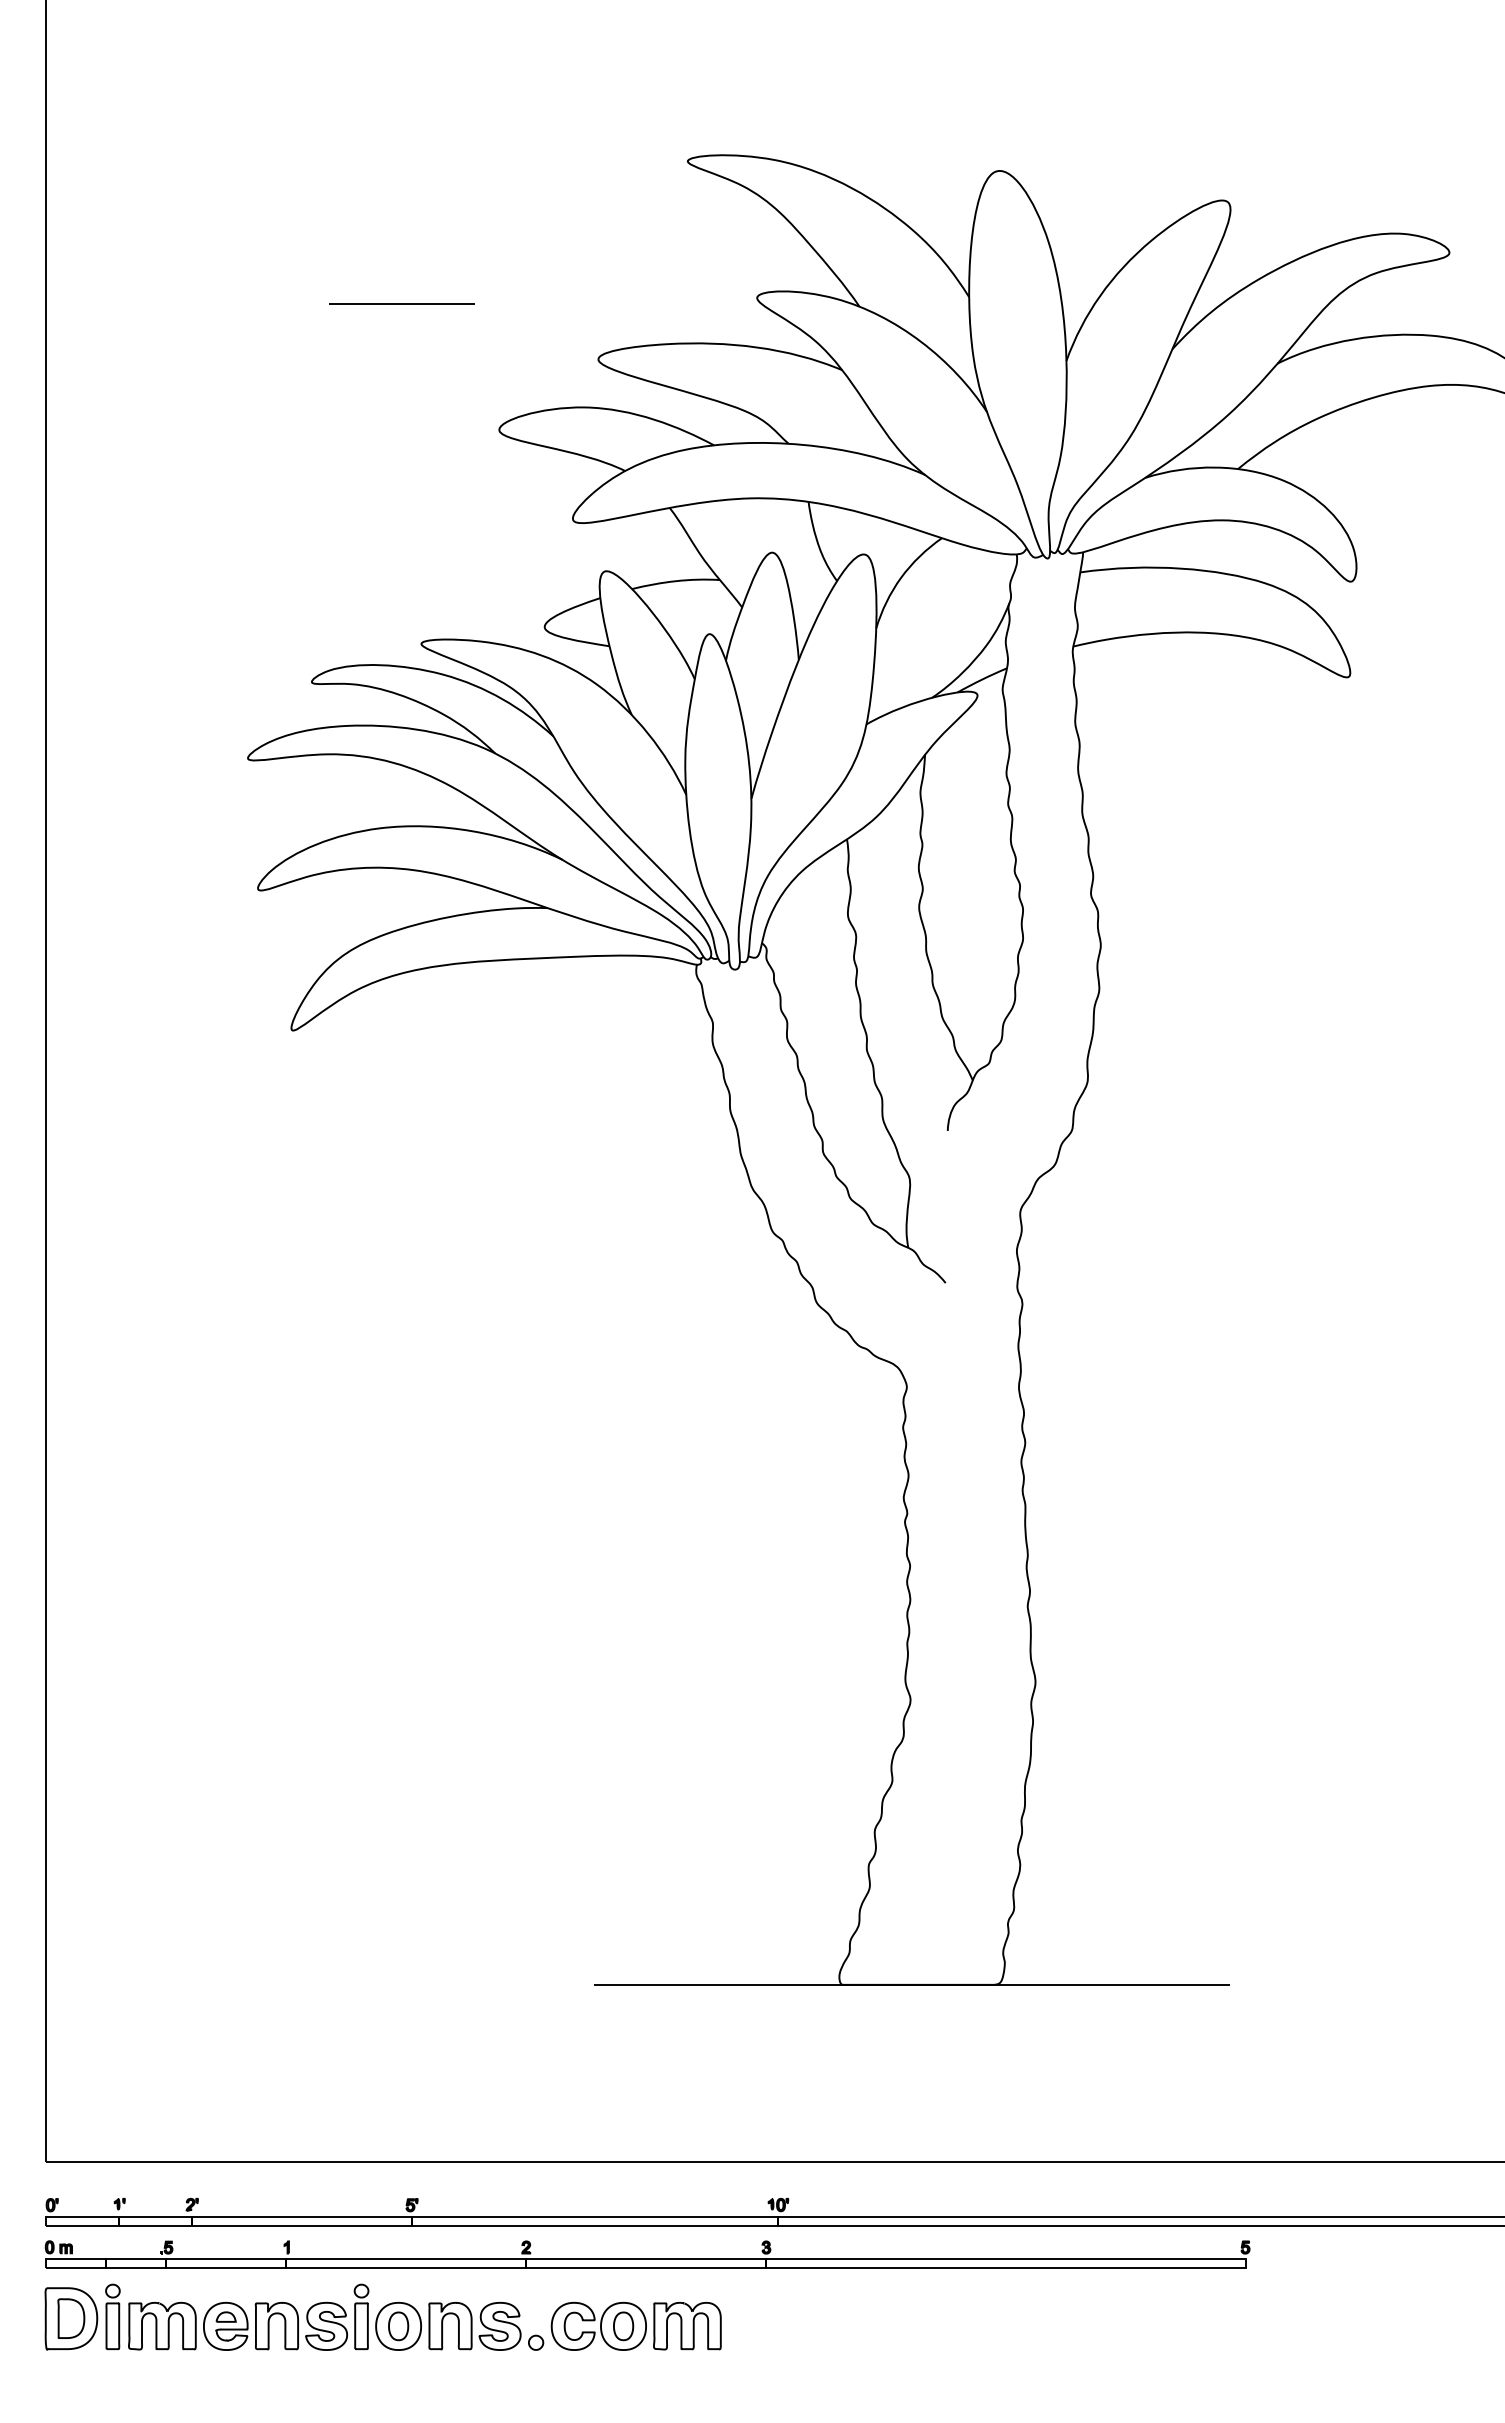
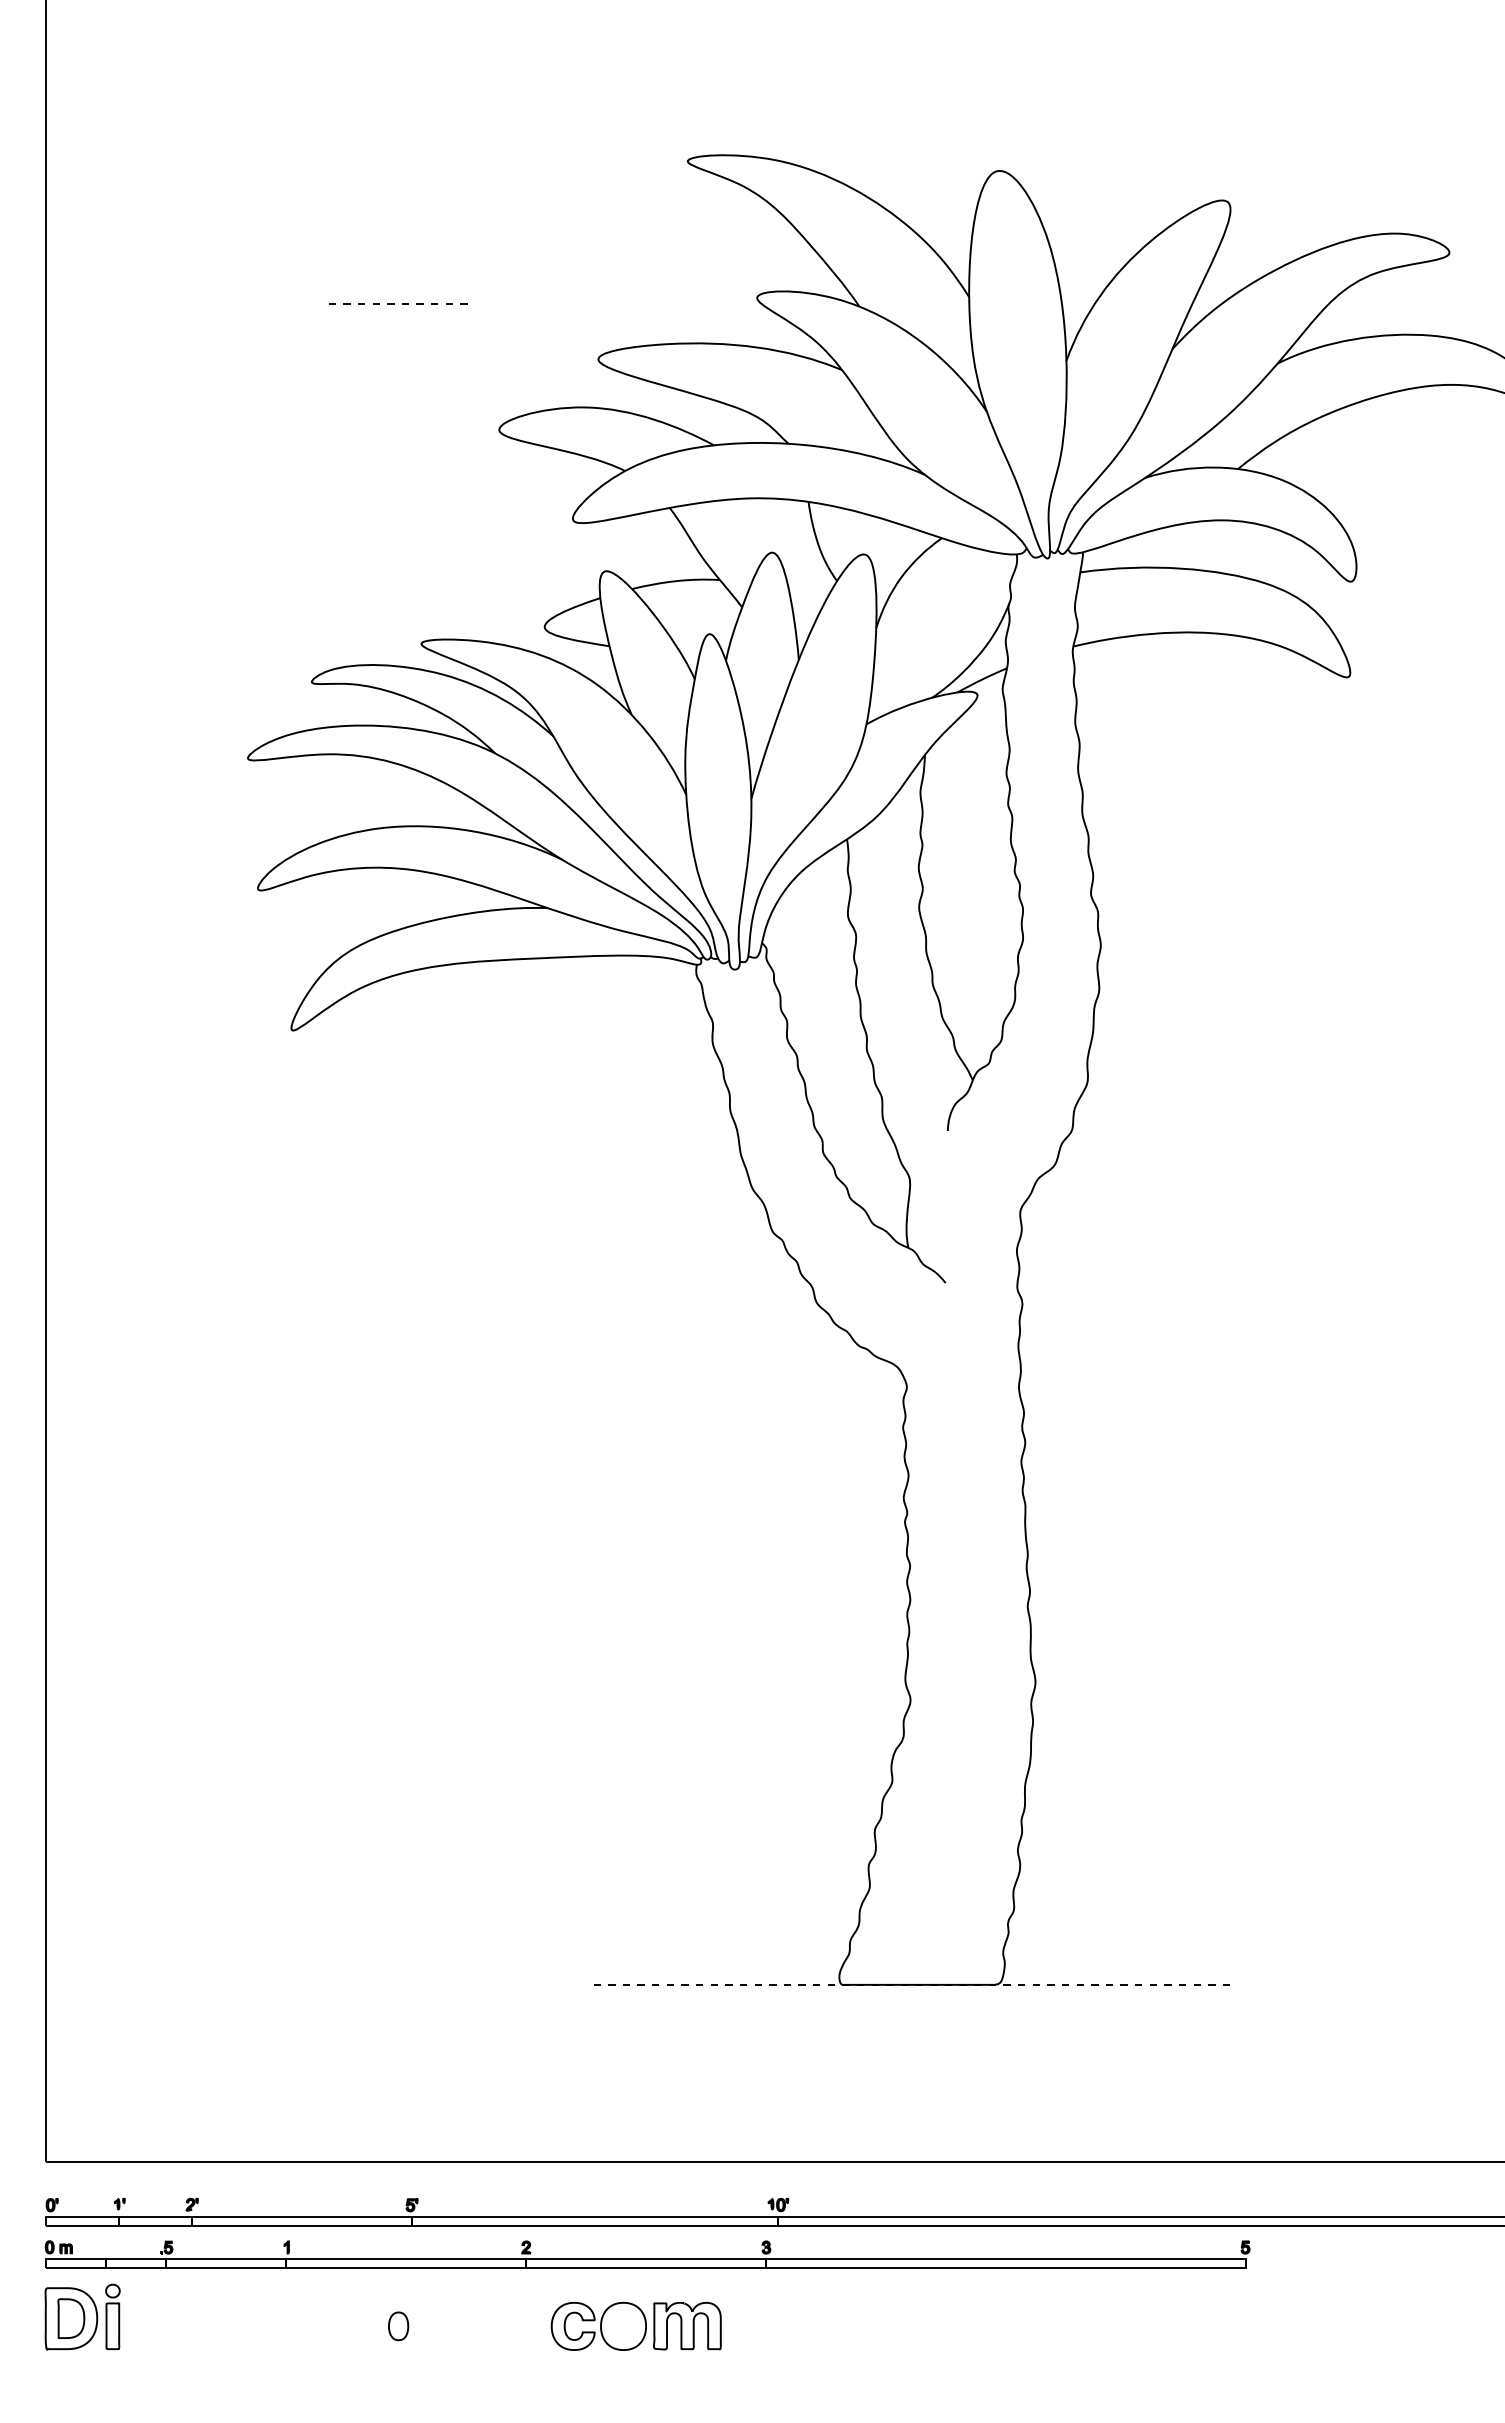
line at (402, 304): solid -> dashed
line at (912, 1984): solid -> dashed
part at (336, 2316): present -> none
part at (623, 2326): present -> none
